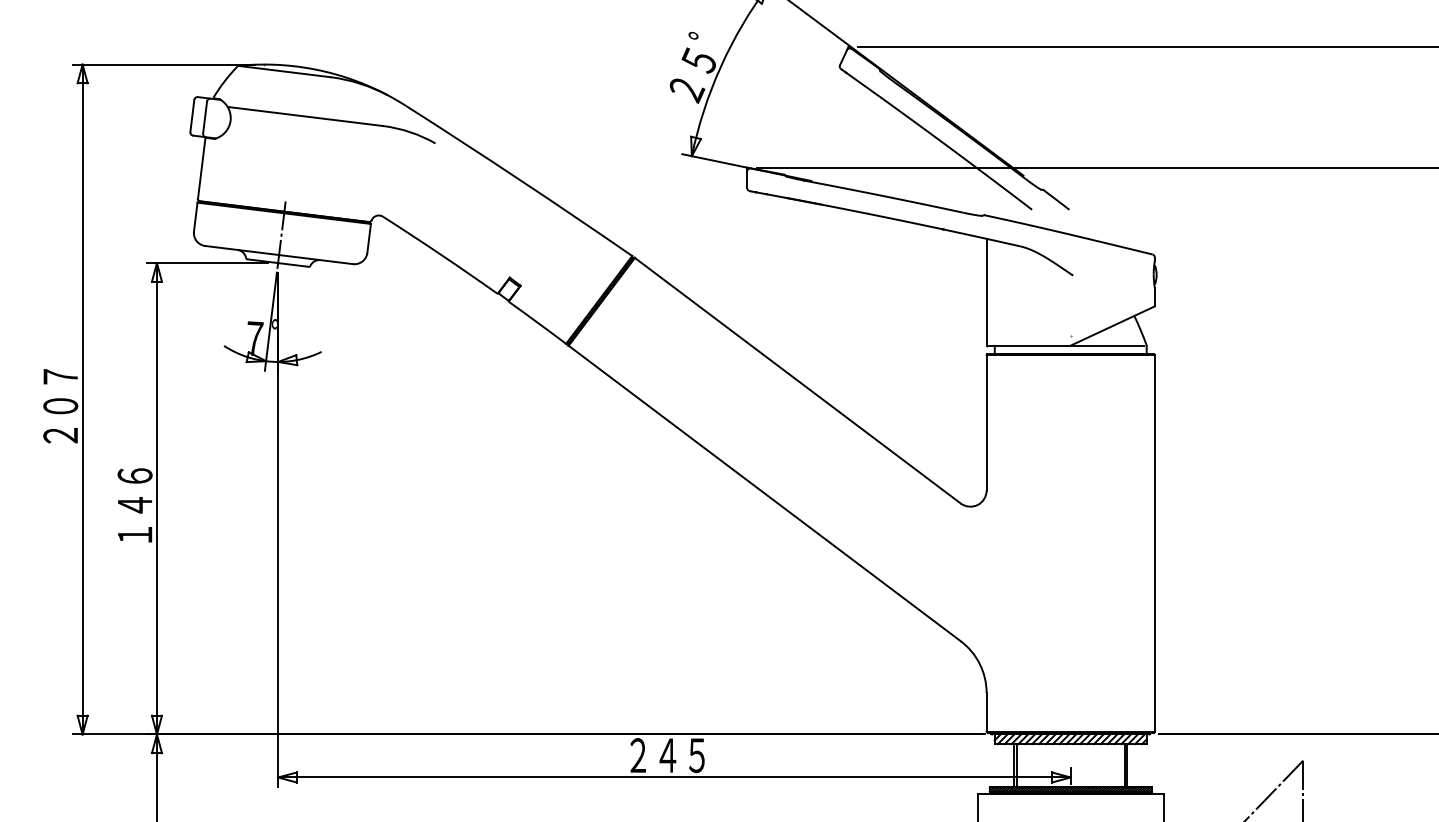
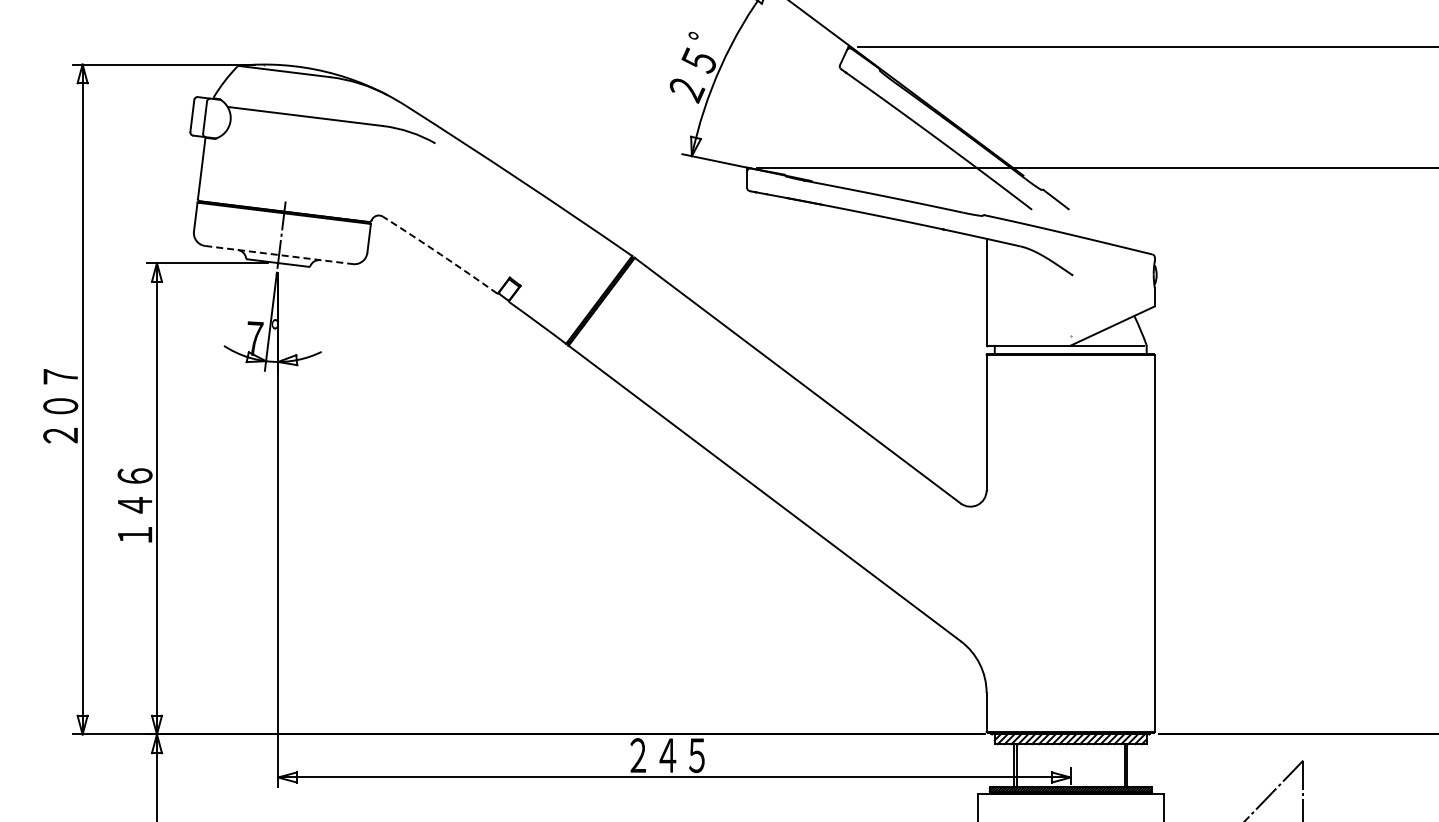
arc at (440, 254): solid -> dashed
line at (279, 255): solid -> dashed
